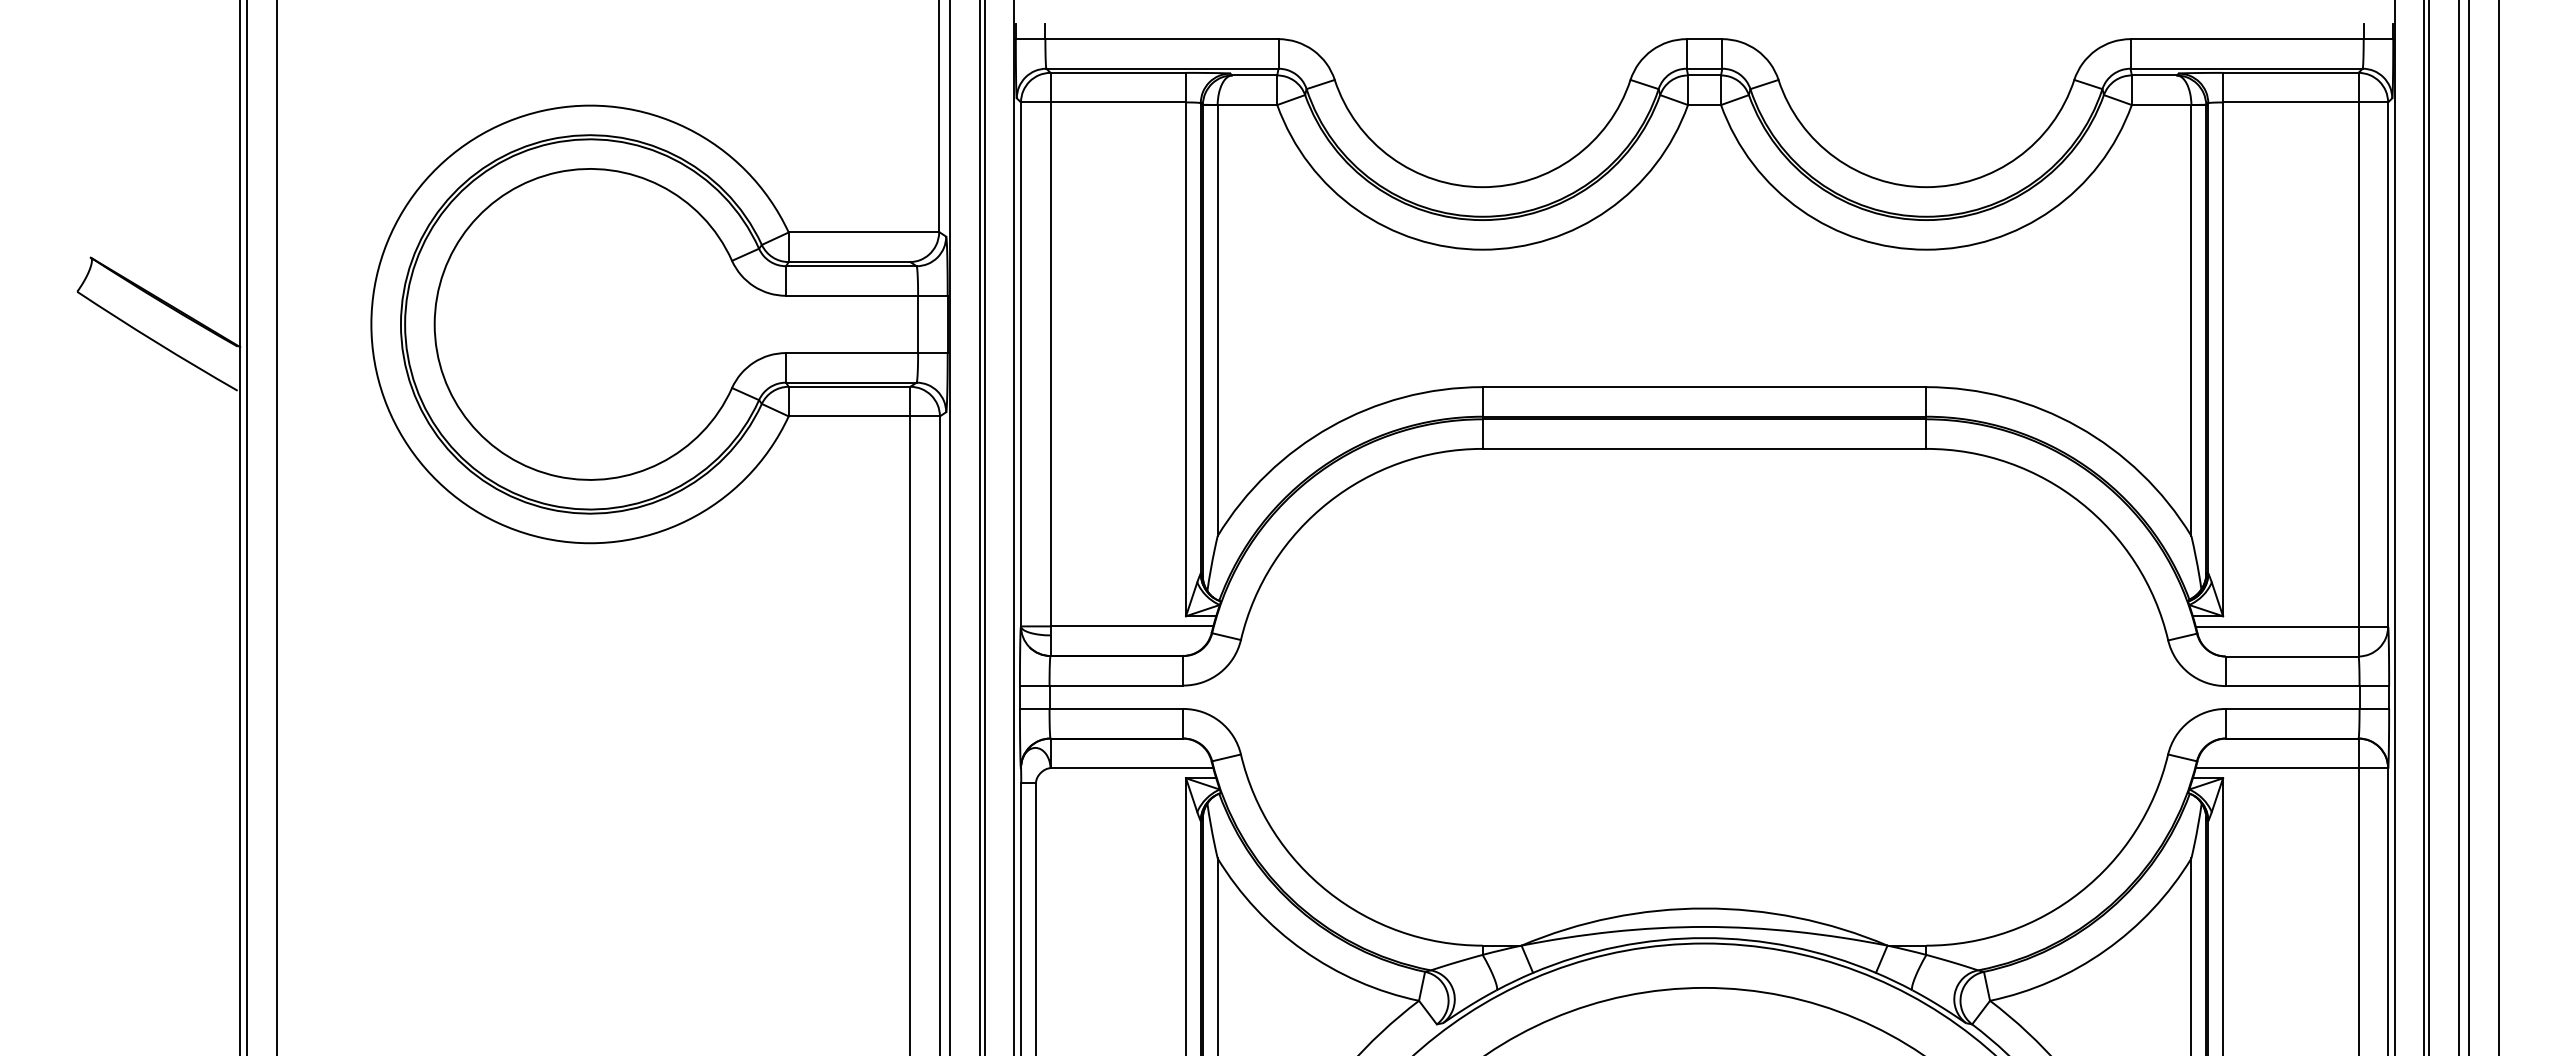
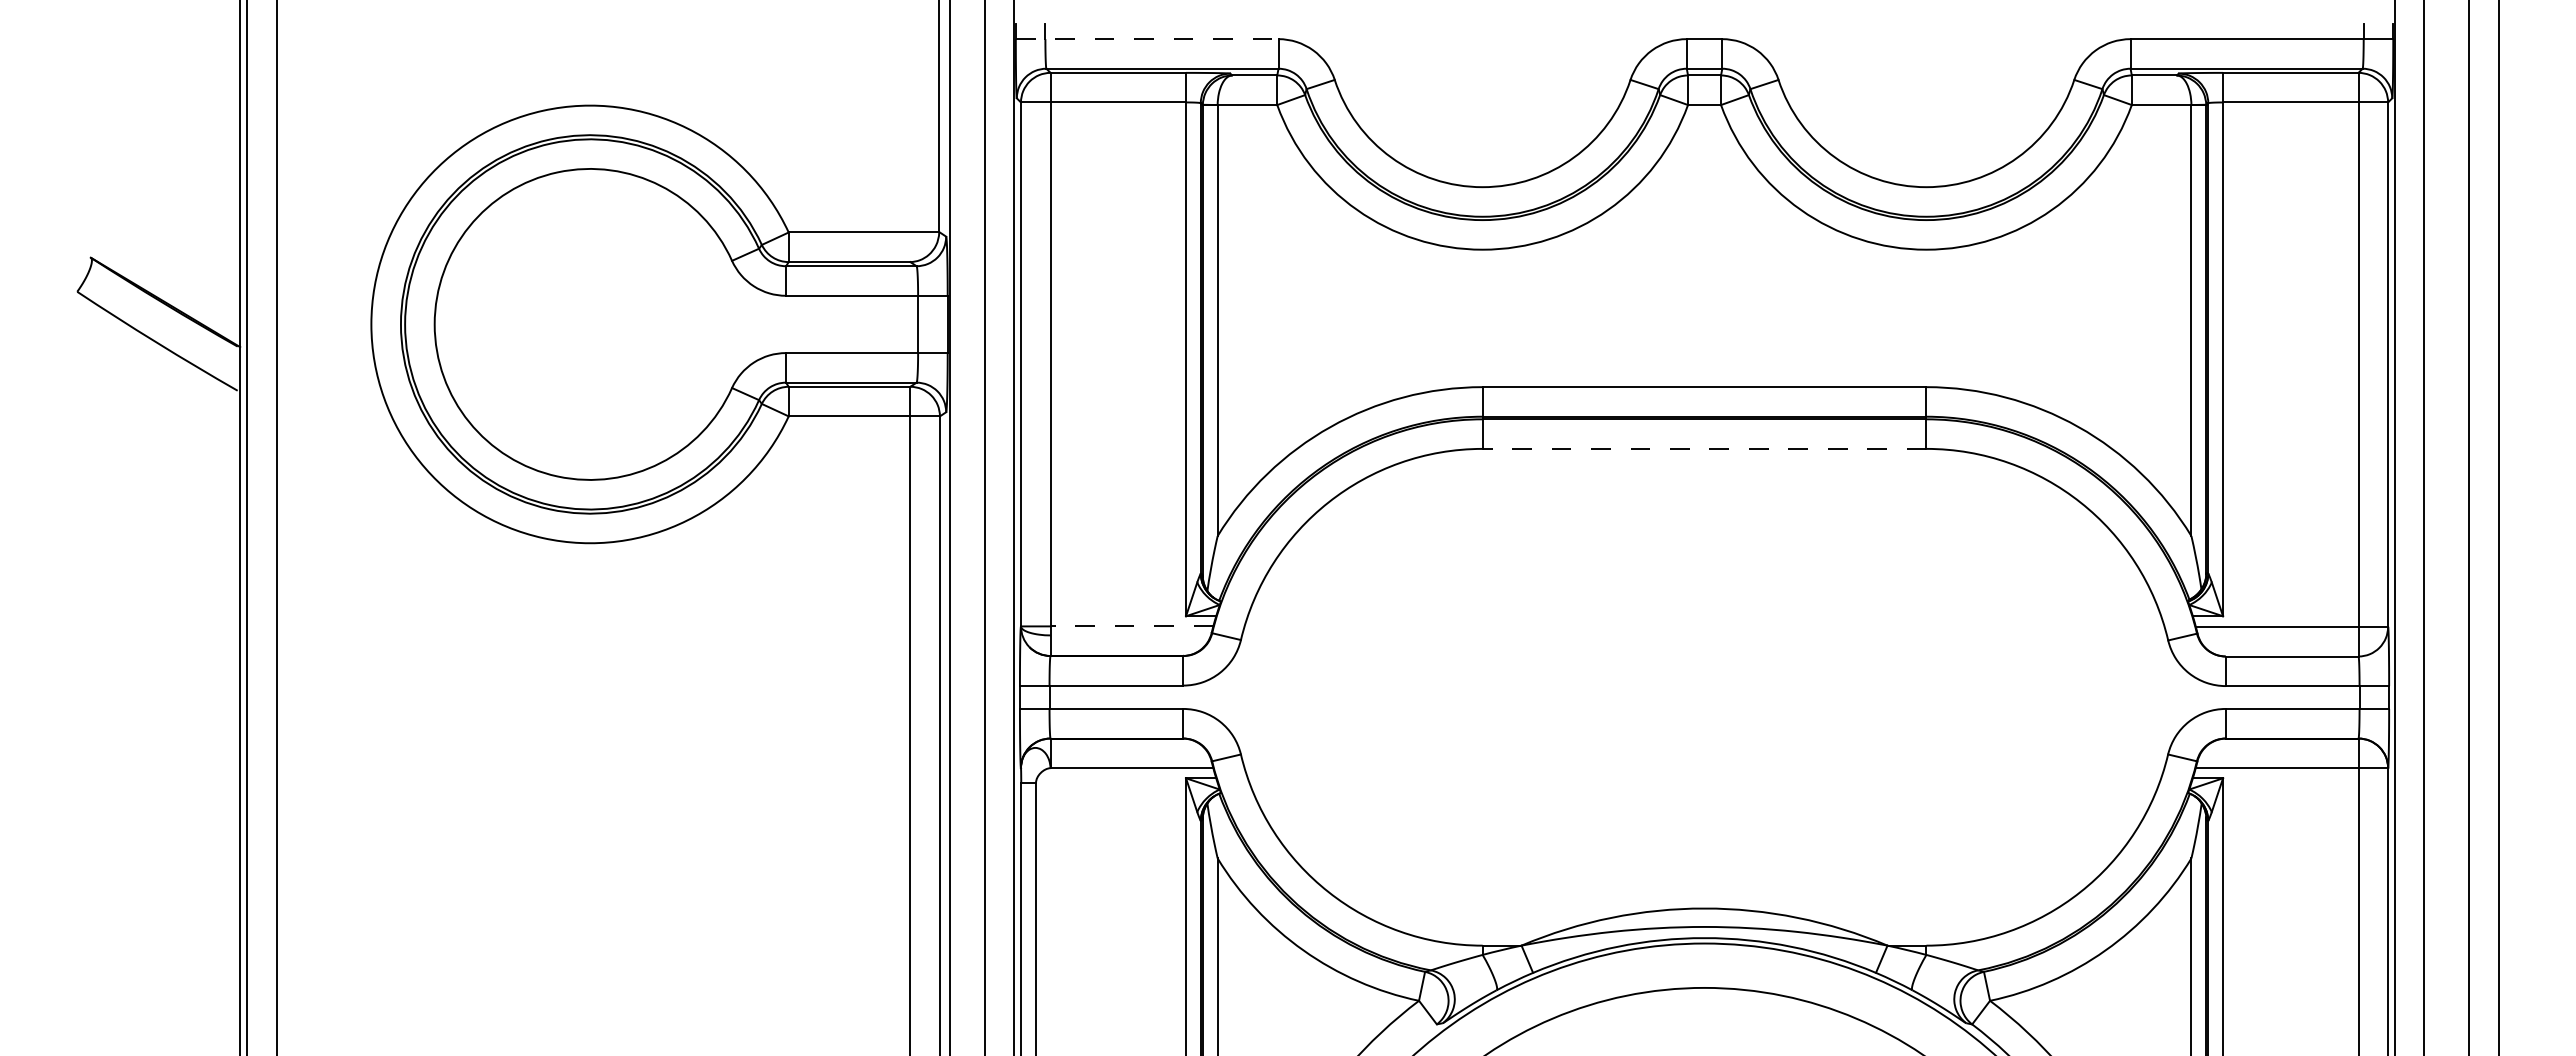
line at (1147, 39): solid -> dashed
line at (1704, 448): solid -> dashed
line at (979, 527): present -> none
line at (2429, 527): present -> none
line at (2459, 527): present -> none
line at (1131, 626): solid -> dashed
